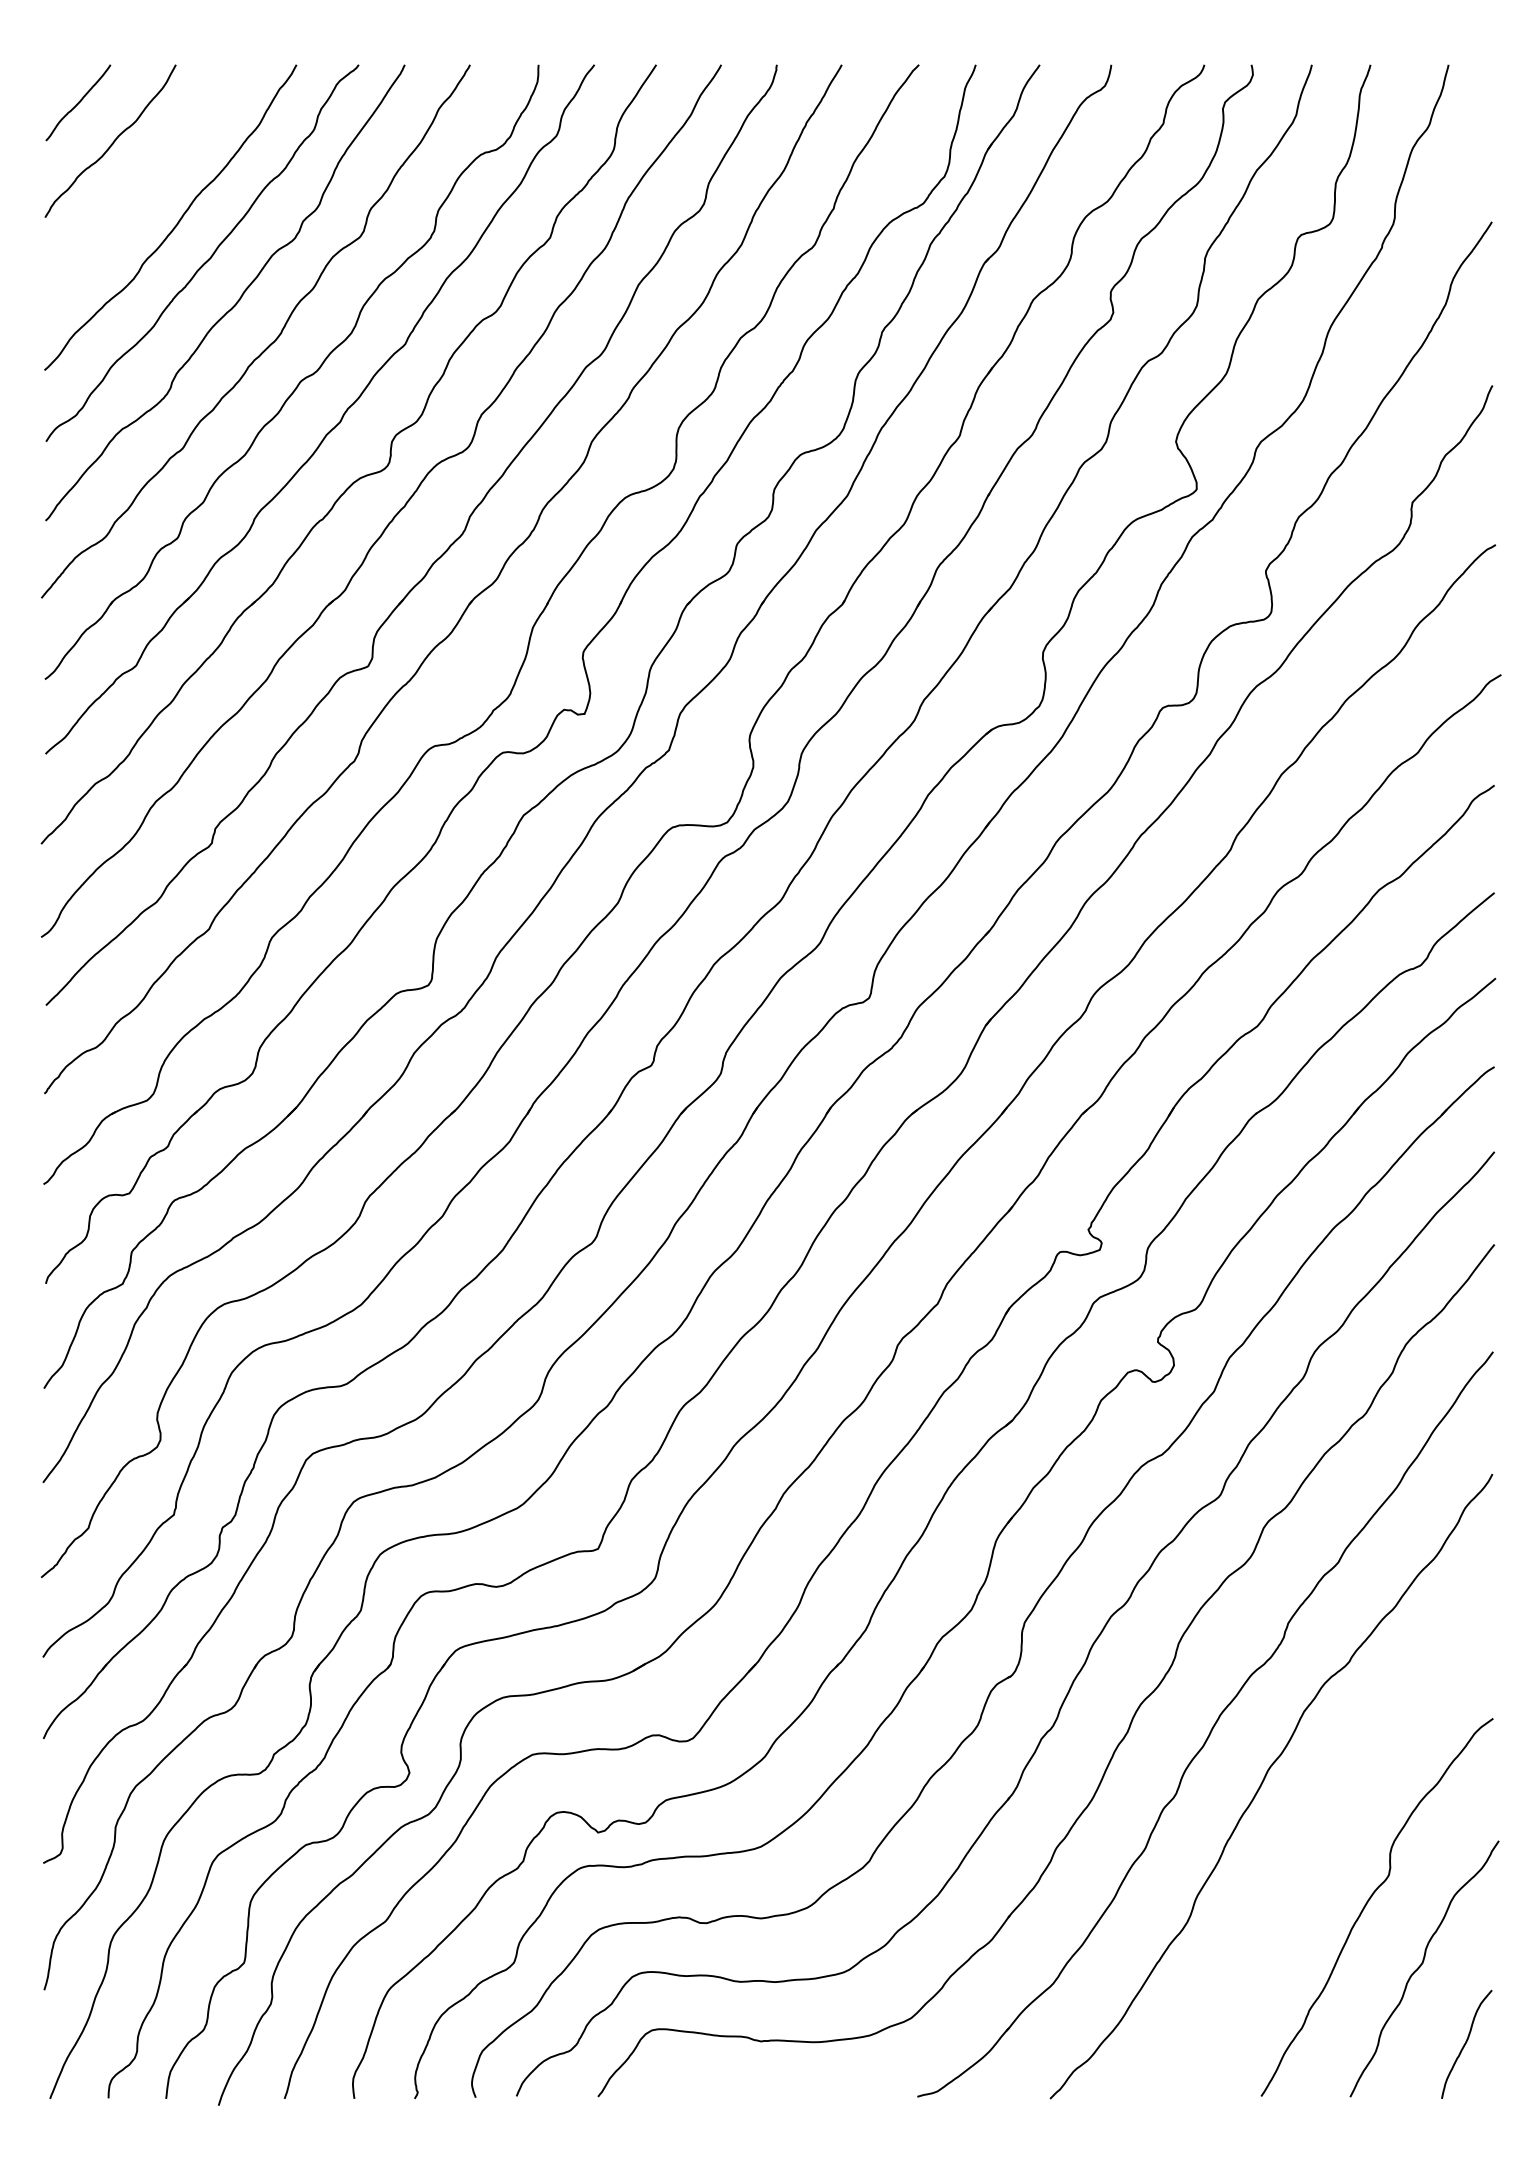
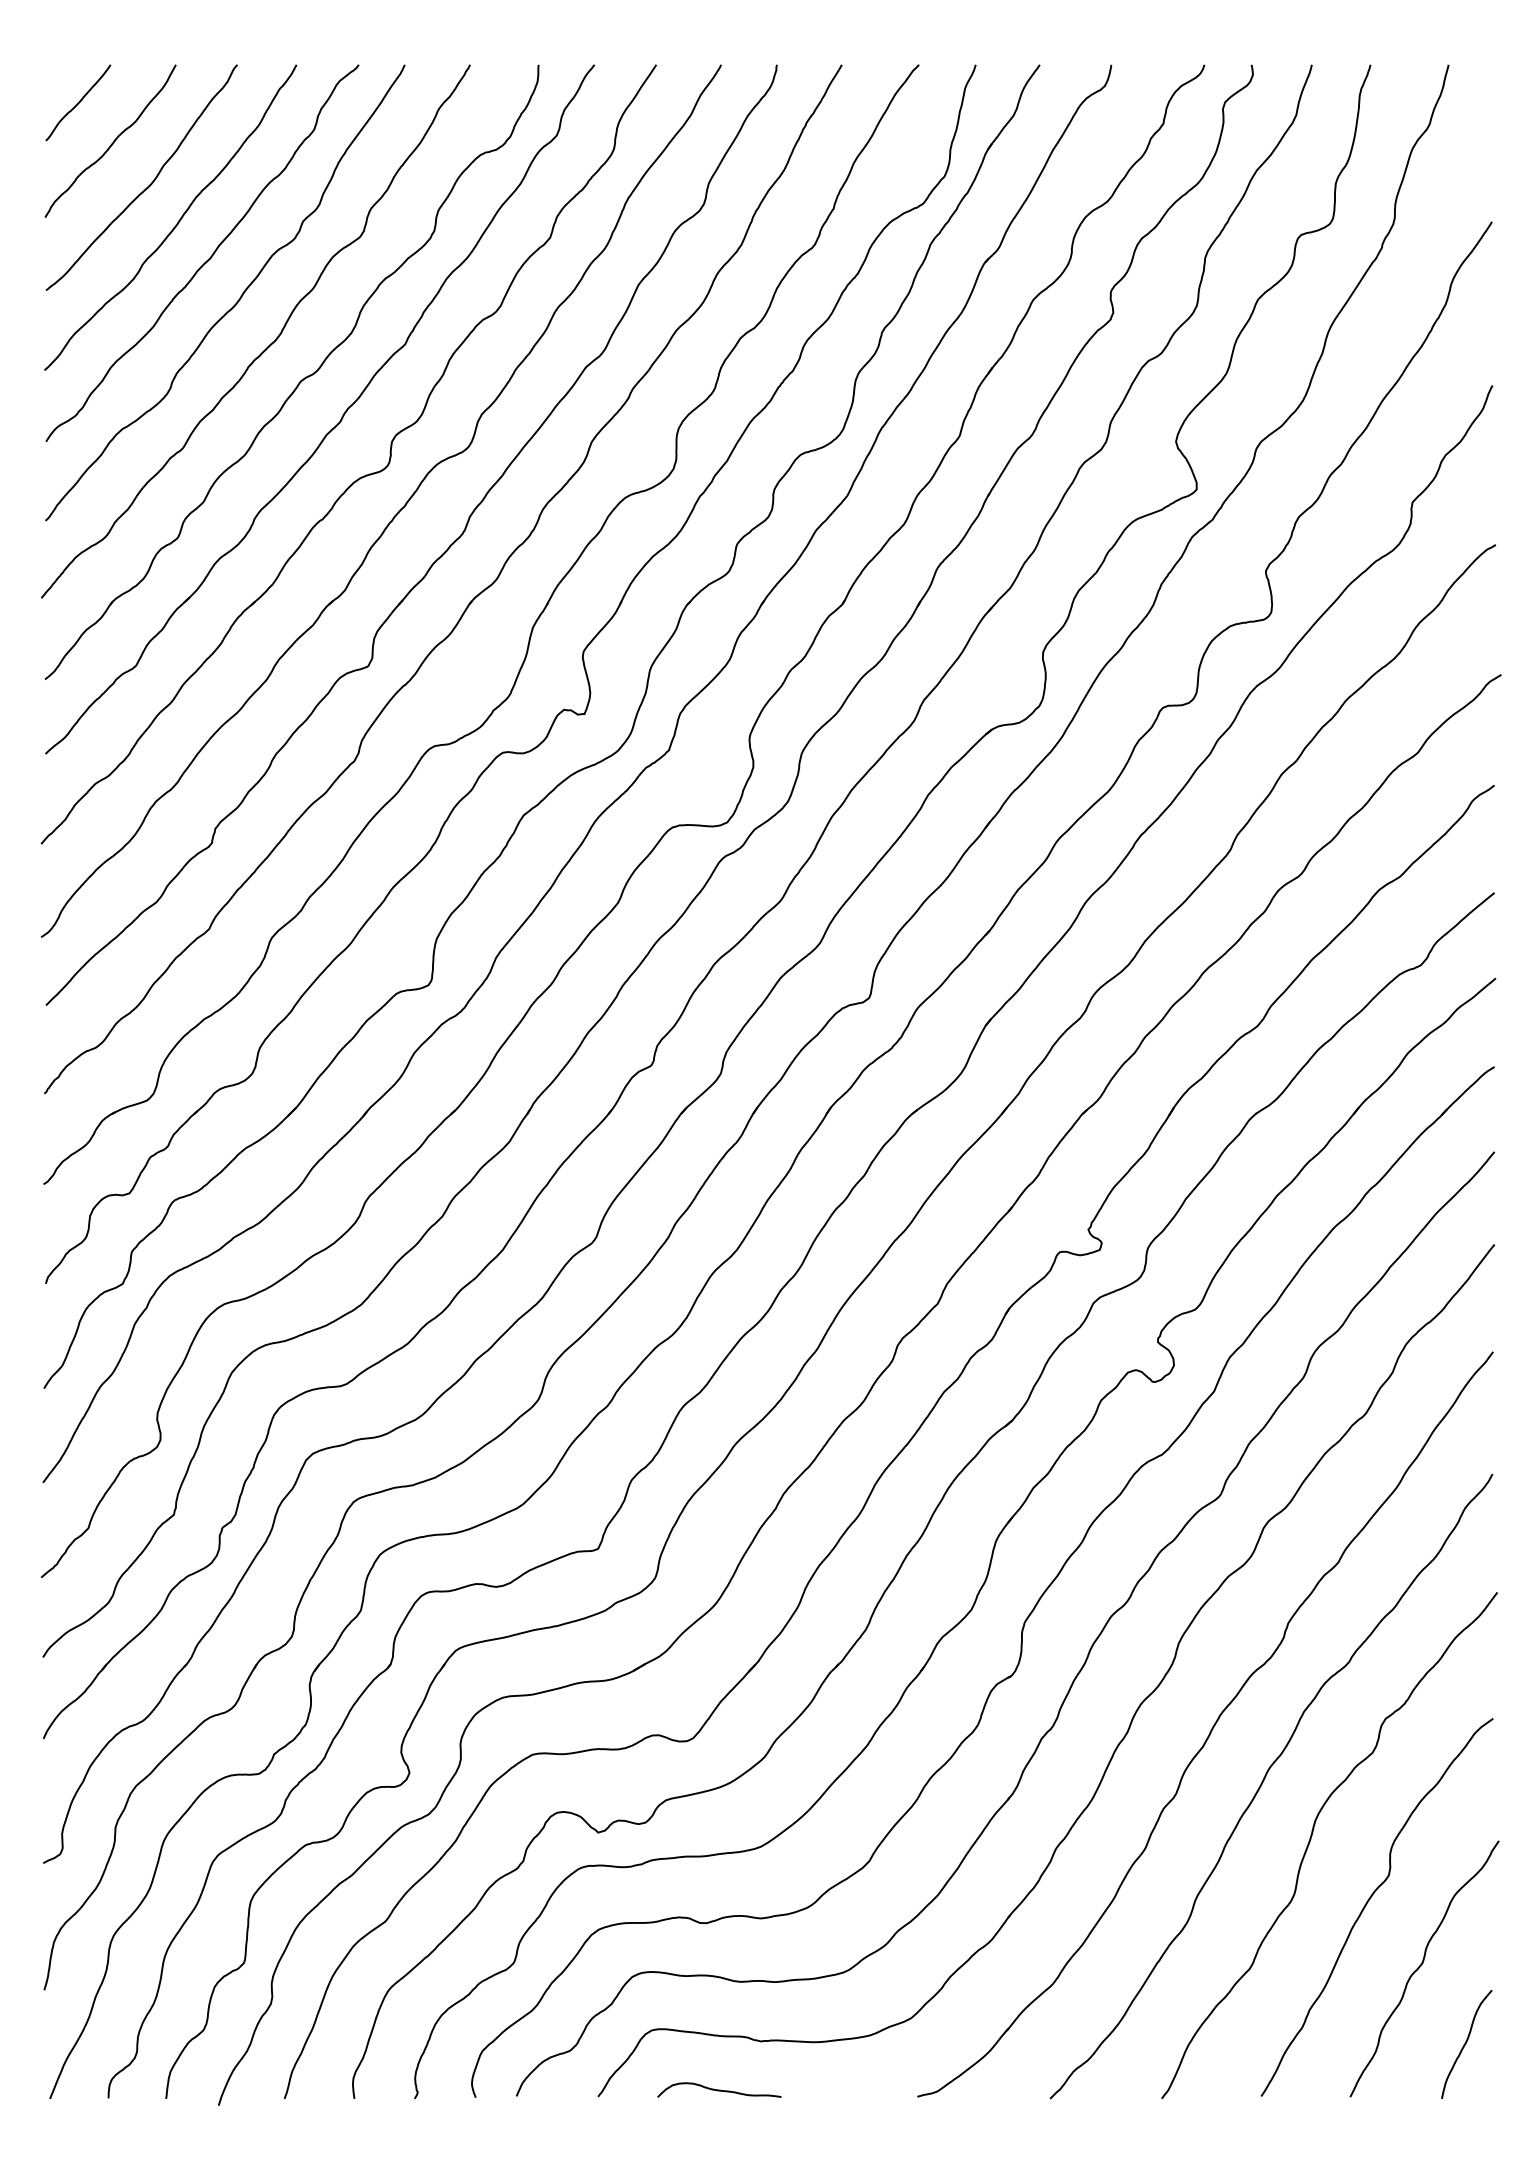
curve at (149, 184): none -> present
curve at (1311, 1839): none -> present
curve at (719, 2089): none -> present
